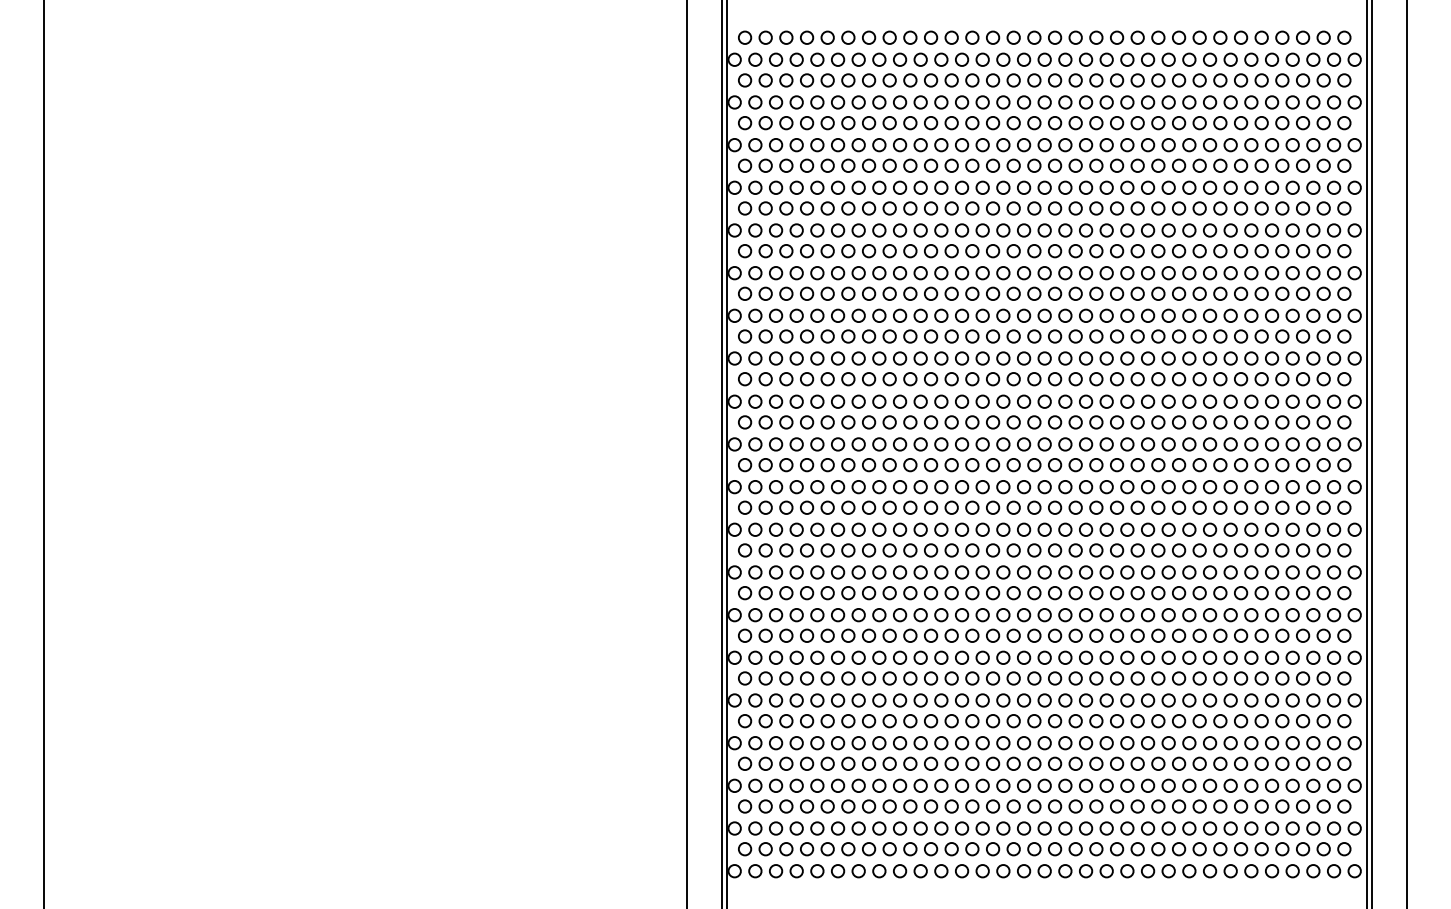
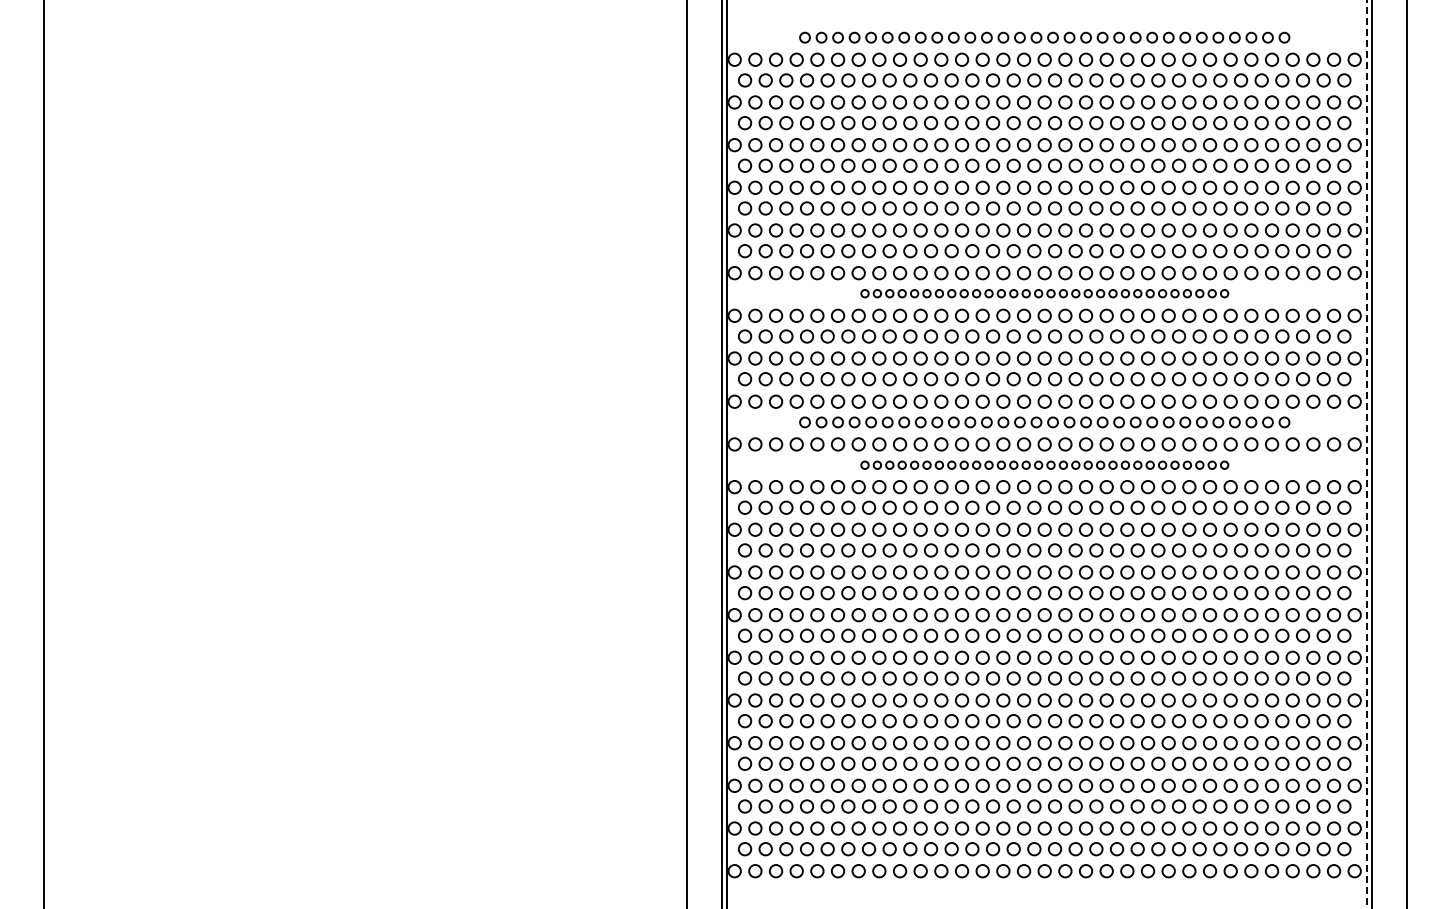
part at (1044, 37) size: 614x15 px -> 492x13 px
part at (1044, 293) size: 614x15 px -> 370x10 px
part at (1044, 422) size: 614x15 px -> 492x13 px
line at (1367, 454): solid -> dashed
part at (1044, 465) size: 614x15 px -> 370x10 px
